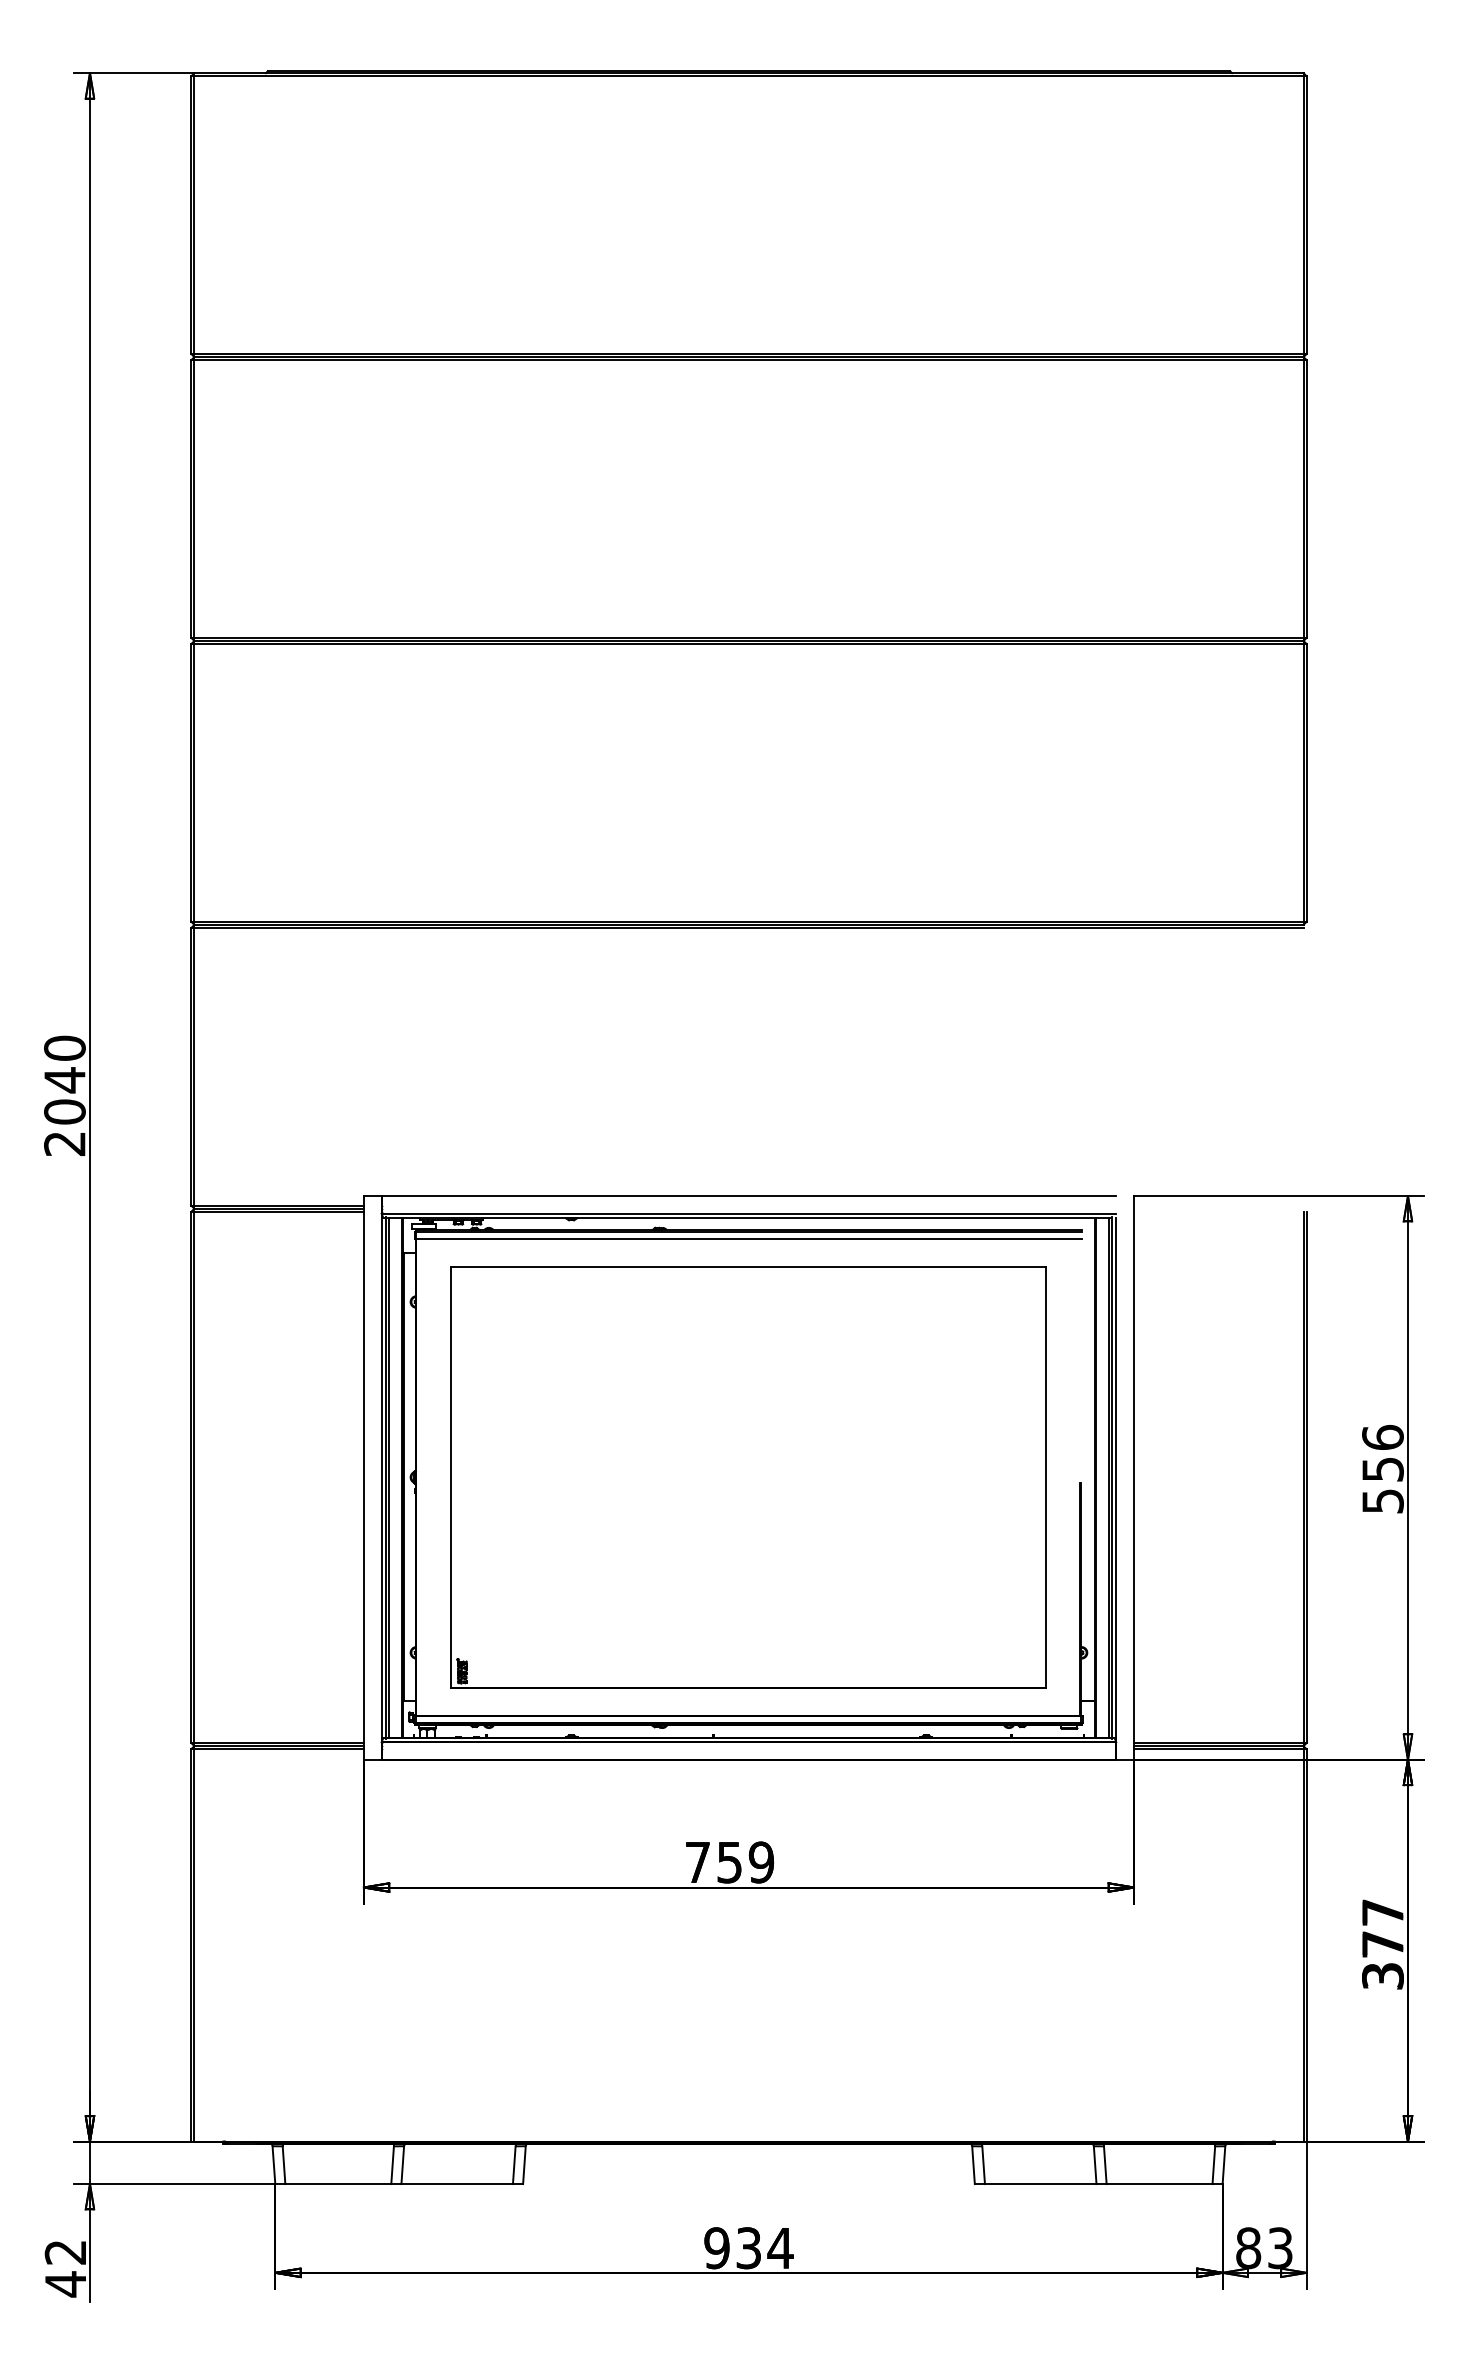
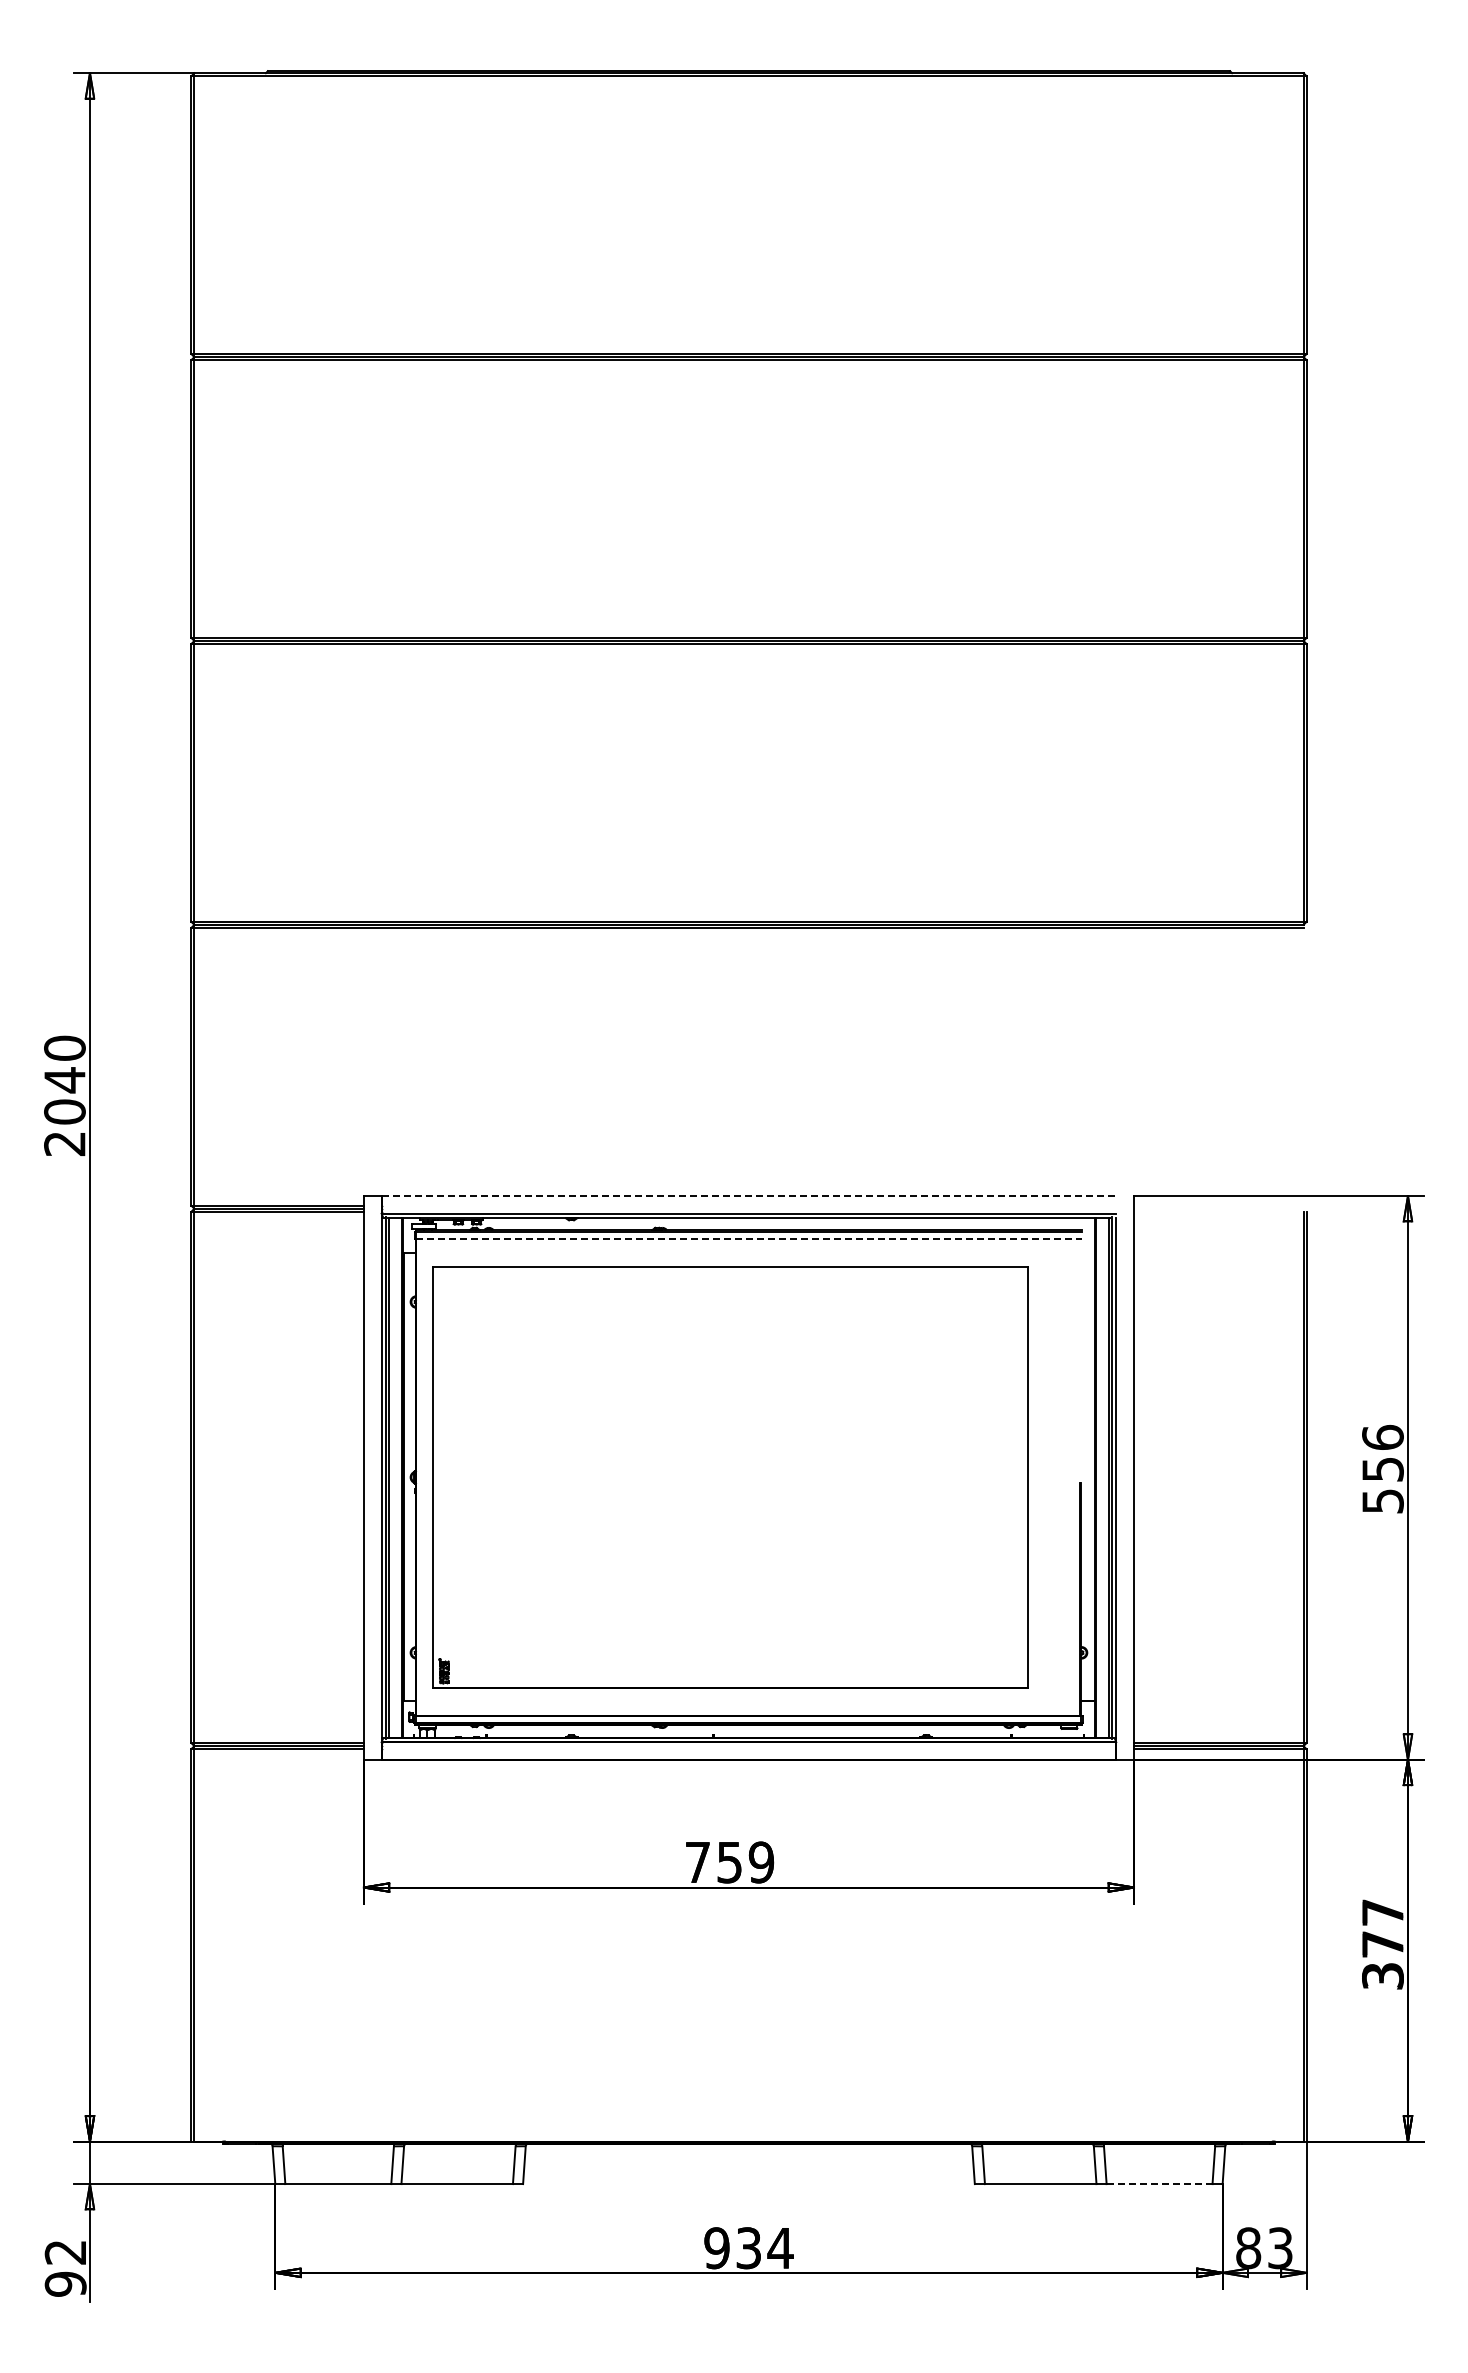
line at (749, 1196): solid -> dashed
line at (749, 1239): solid -> dashed
part at (748, 1477) position: (748, 1477) -> (730, 1477)
line at (1159, 2184): solid -> dashed
text at (65, 2284): 42 -> 92
